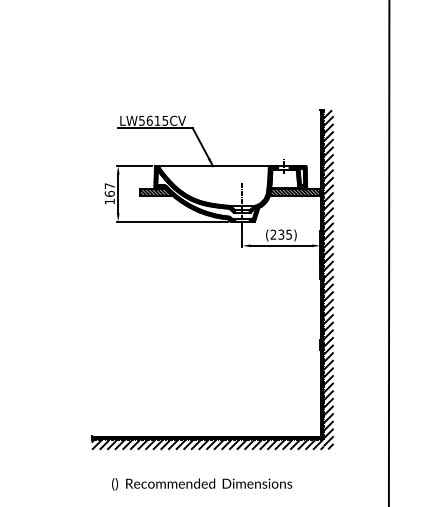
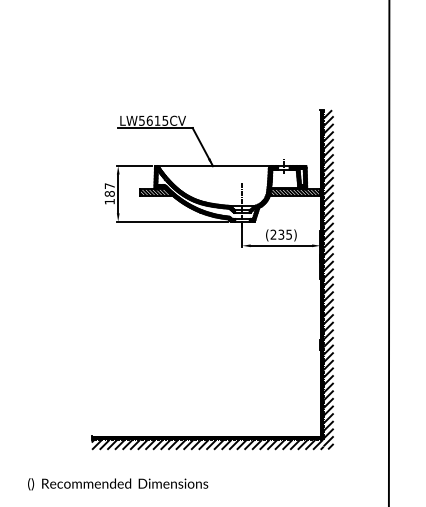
text at (109, 193): 167 -> 187
text at (202, 484) position: (202, 484) -> (118, 484)
